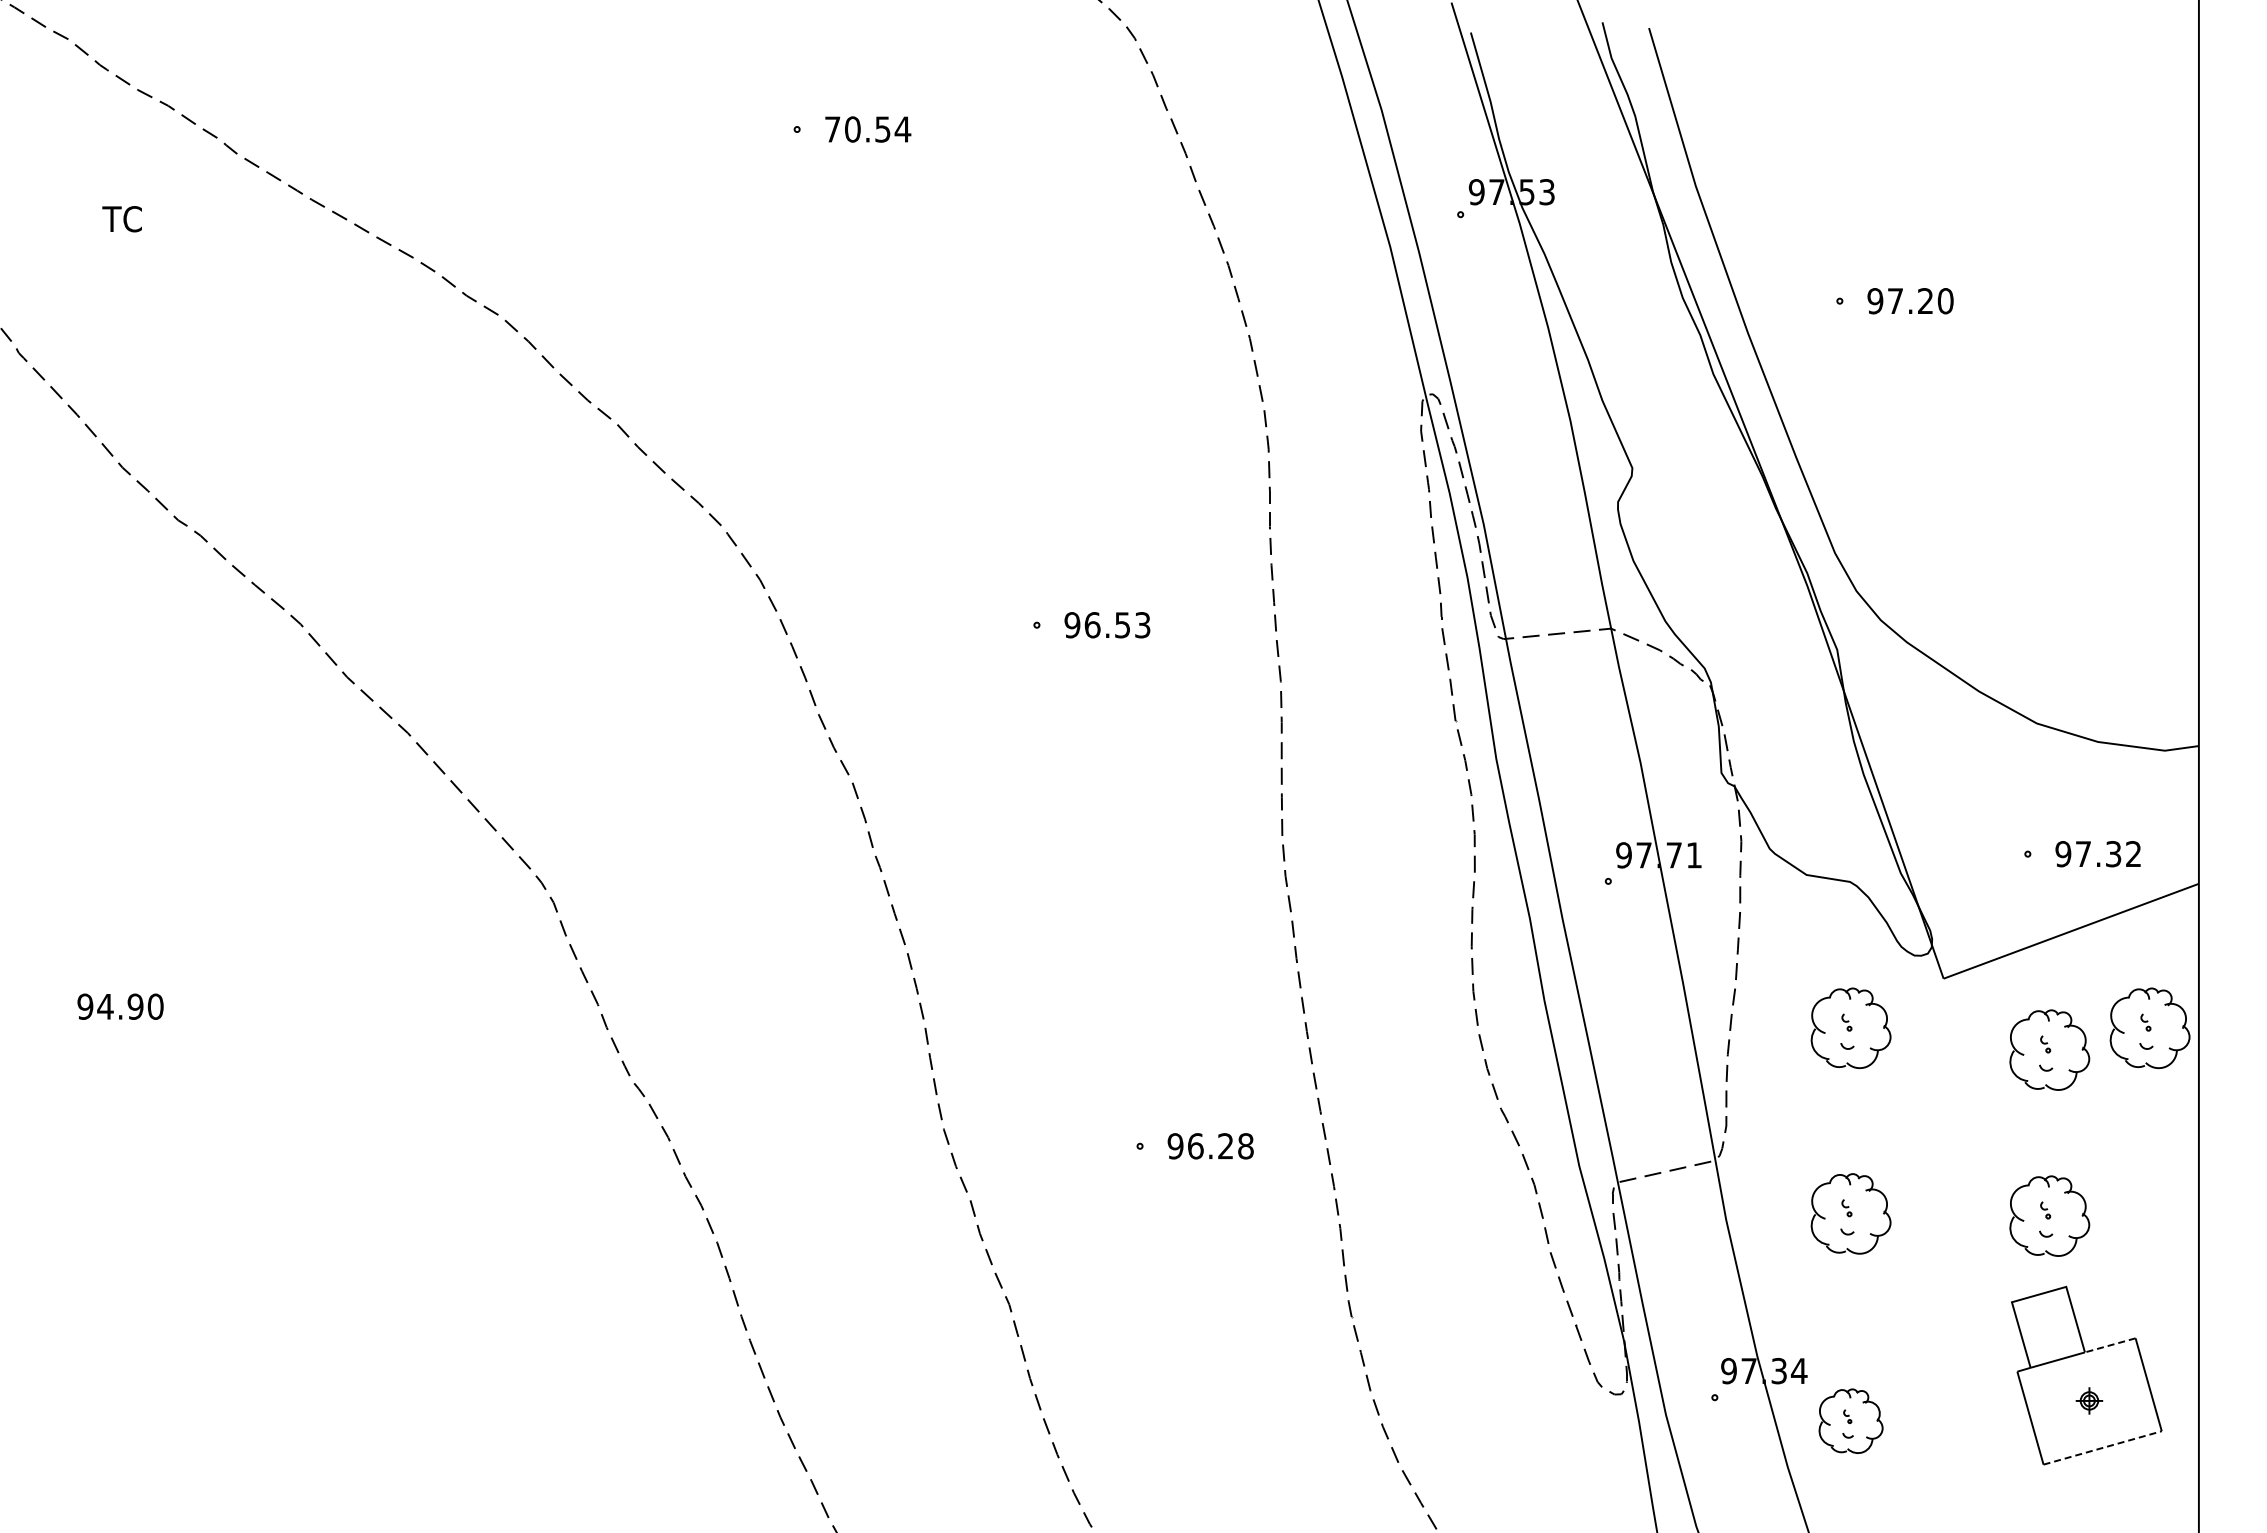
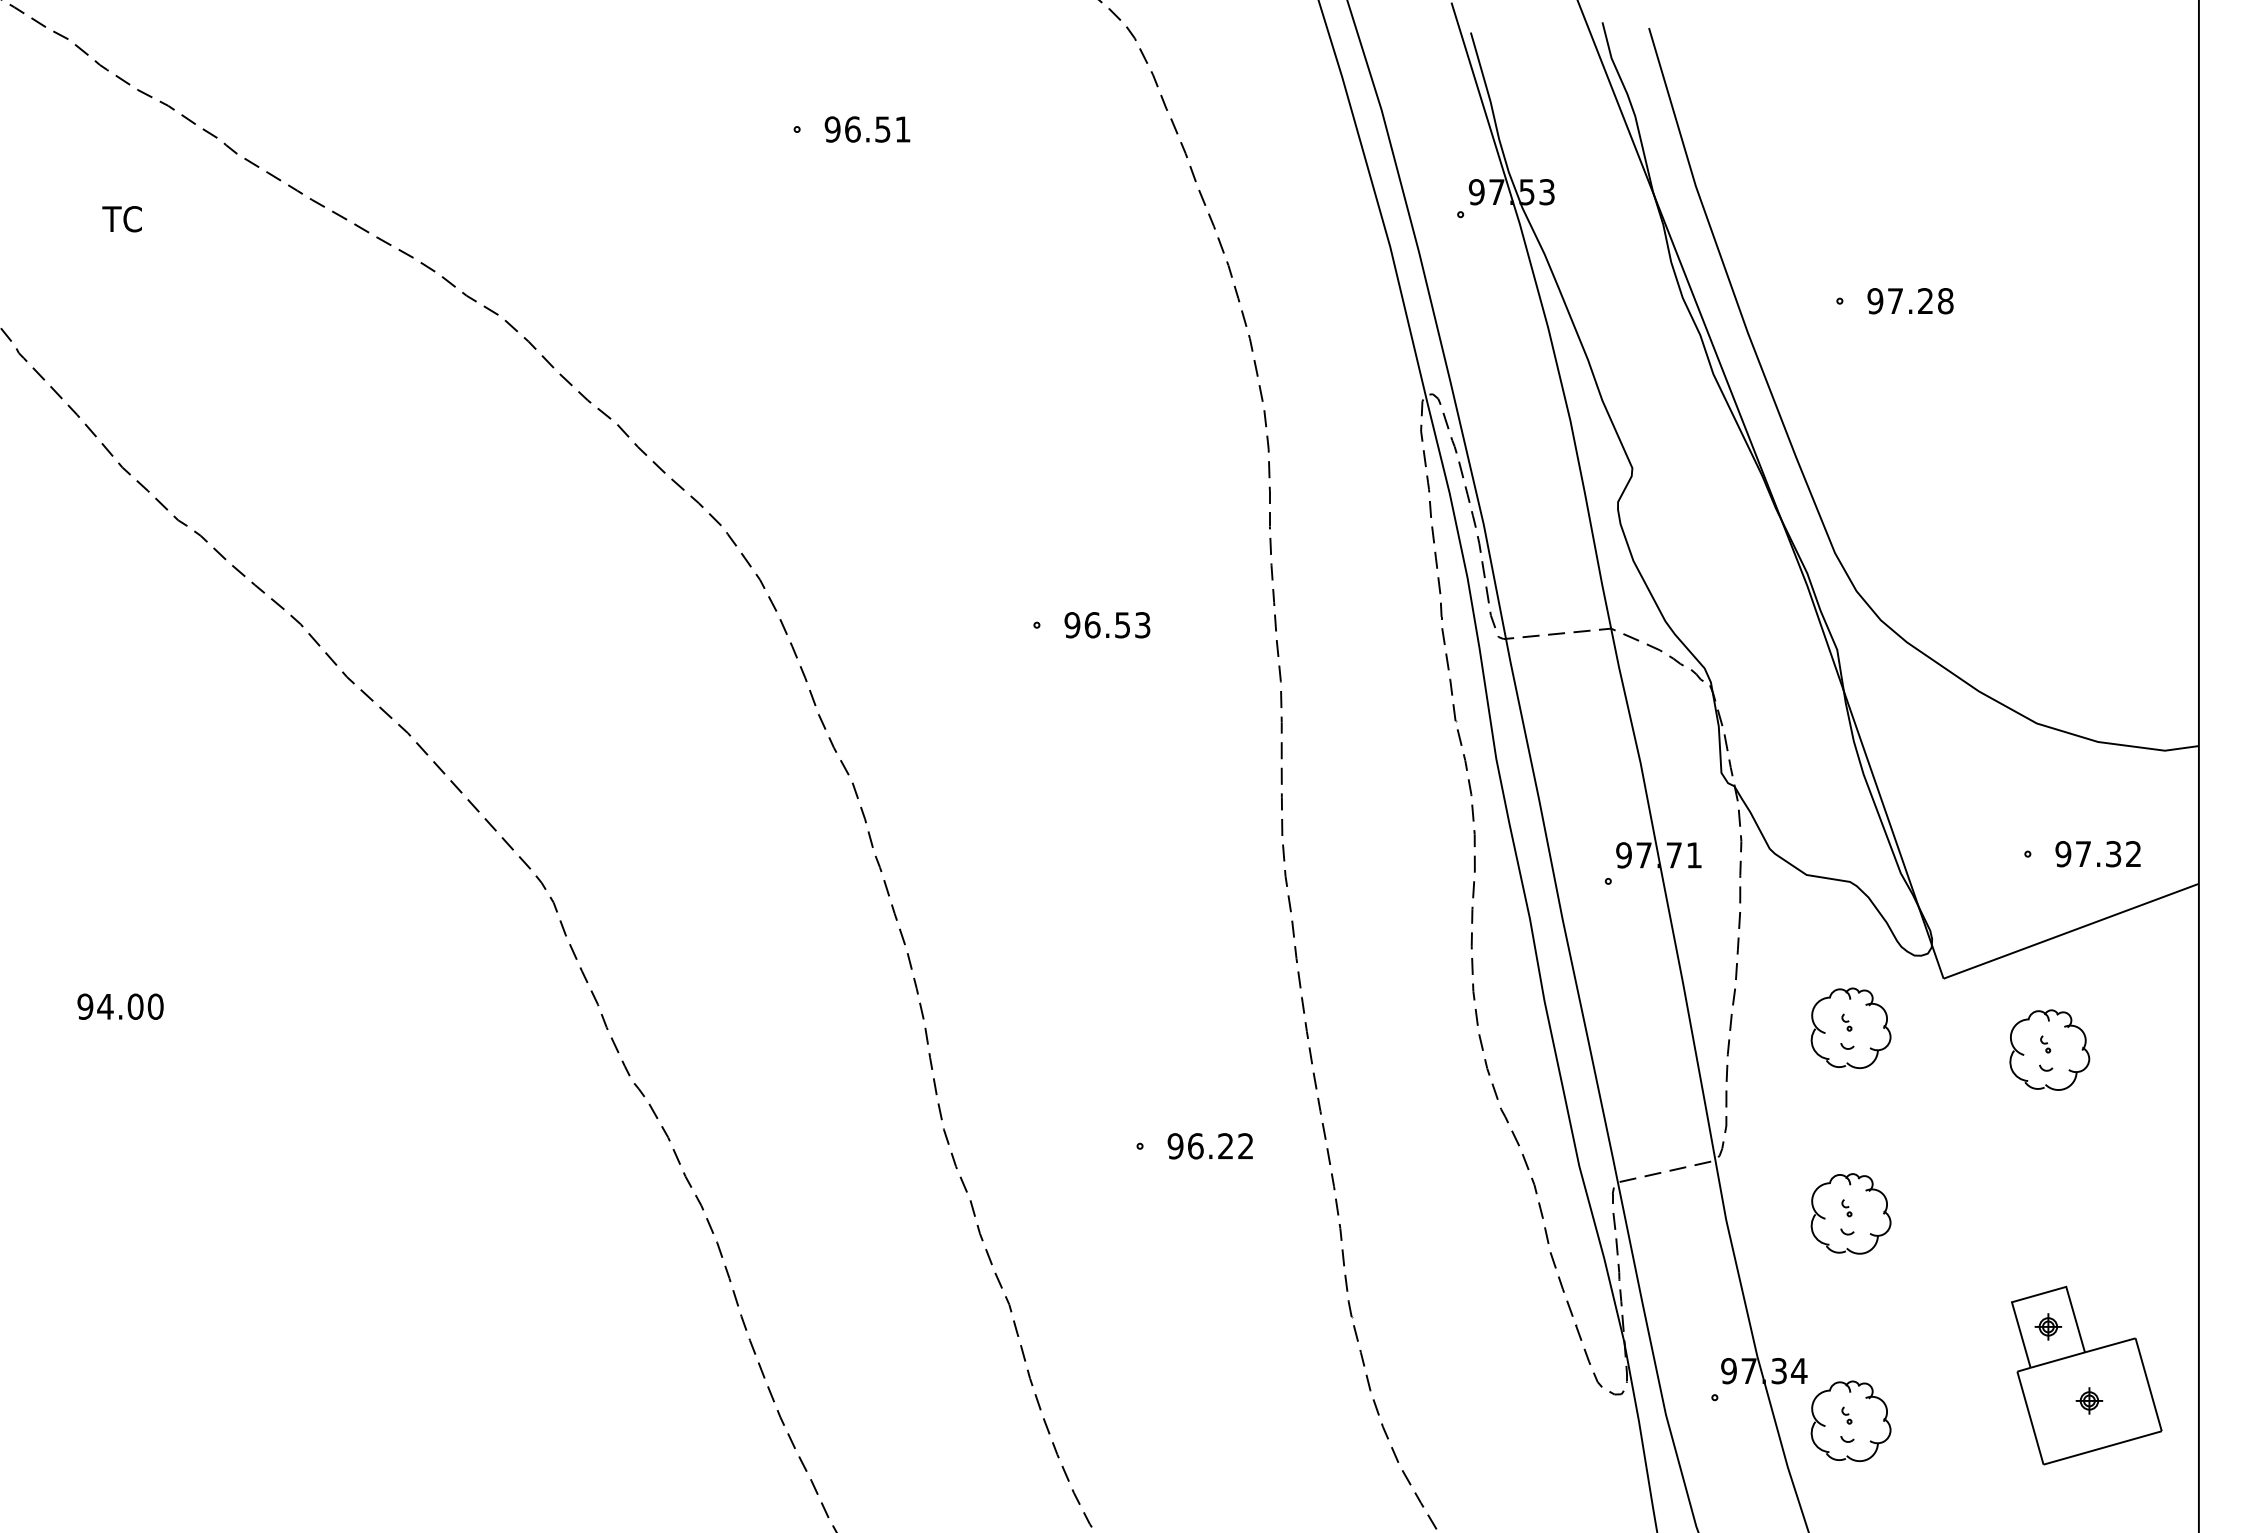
text at (867, 129): 70.54 -> 96.51
text at (1945, 301): 97.20 -> 97.28
text at (135, 1006): 94.90 -> 94.00
part at (2149, 1028): present -> none
text at (1245, 1146): 96.28 -> 96.22
part at (2049, 1215): present -> none
part at (2048, 1326): none -> present
line at (2109, 1345): dashed -> solid
part at (1850, 1420) size: 66x66 px -> 82x82 px
line at (2103, 1447): dashed -> solid
